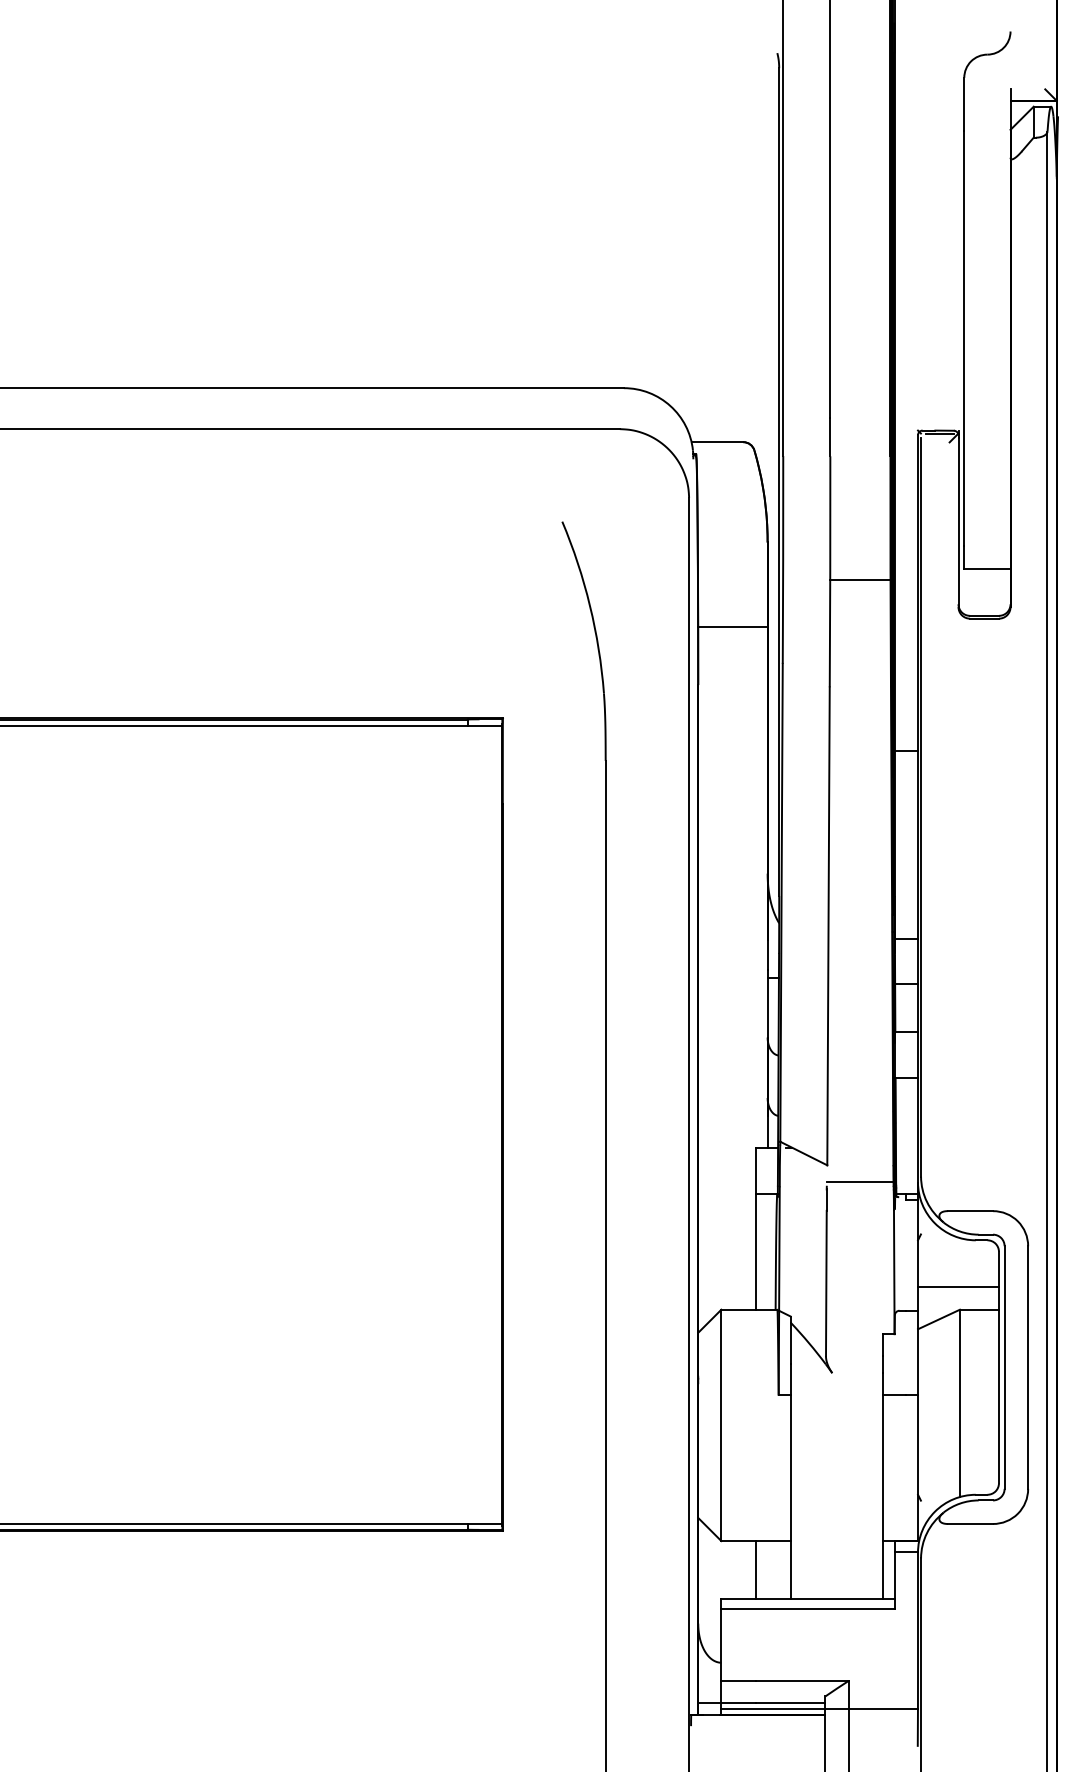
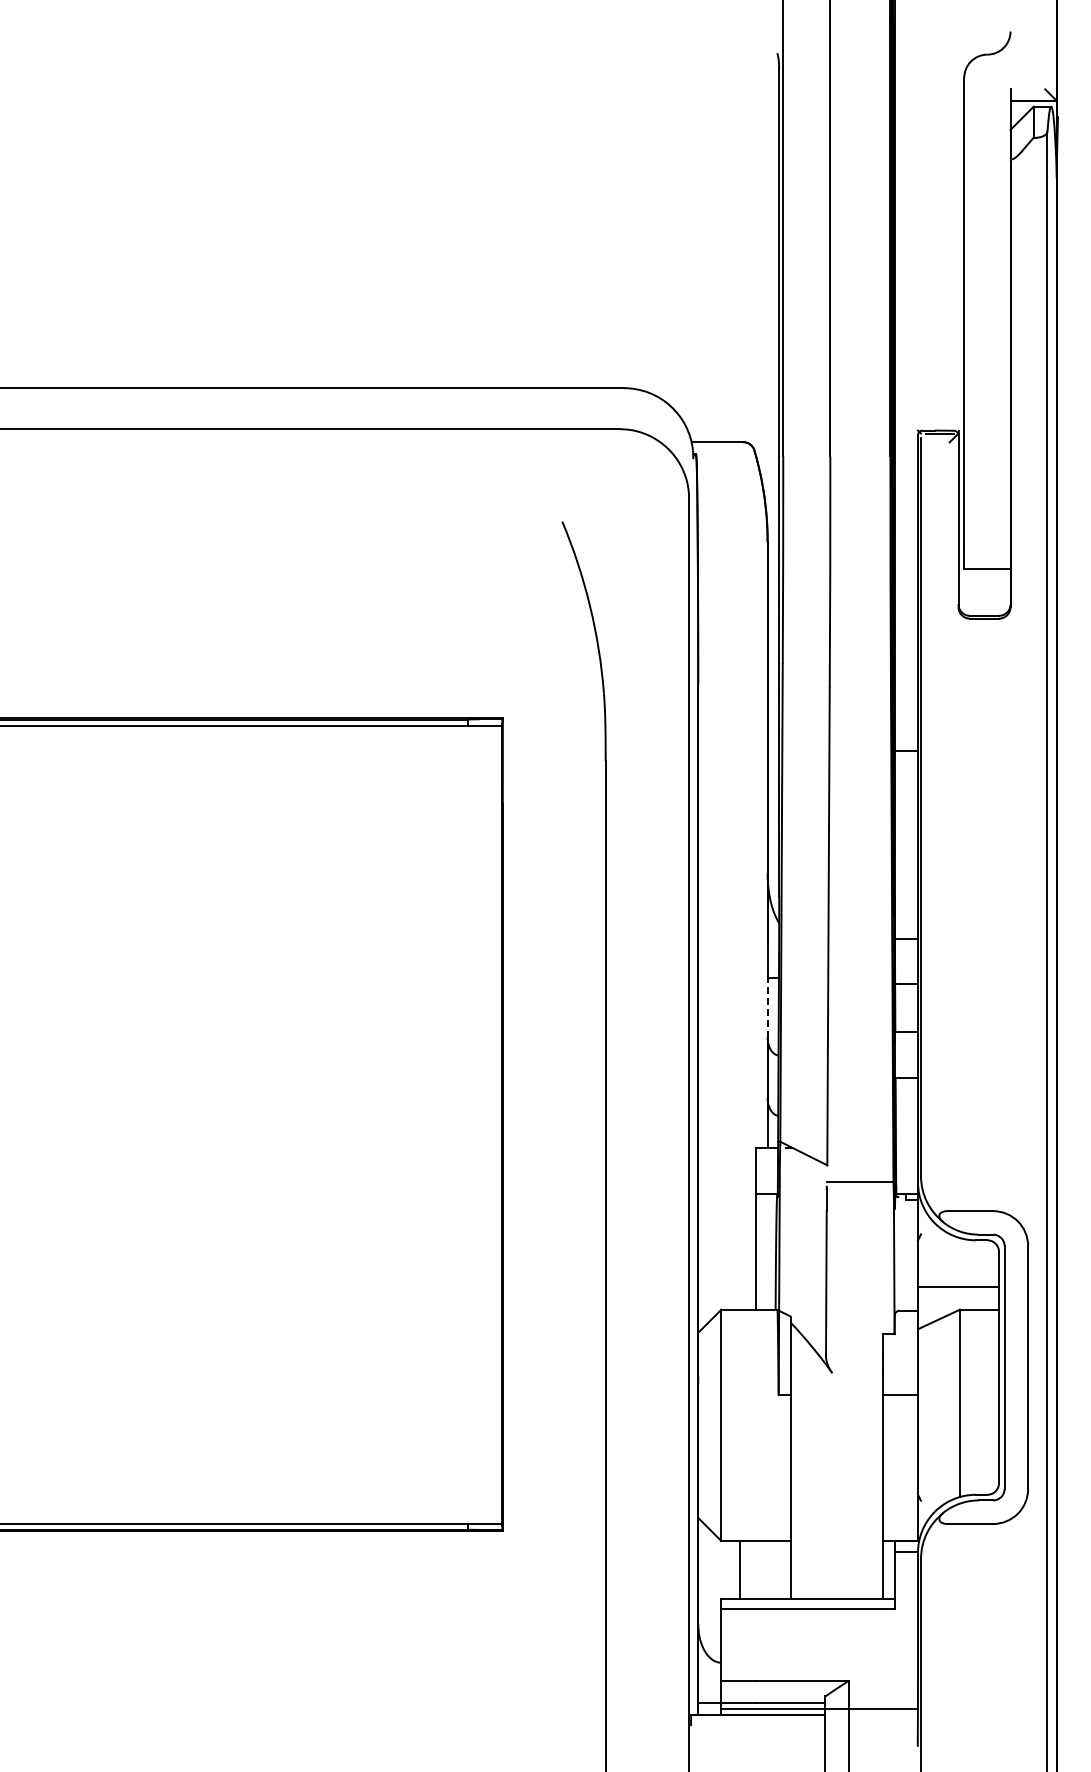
line at (859, 580): present -> none
line at (732, 627): present -> none
line at (767, 1007): solid -> dashed
line at (756, 1569) position: (756, 1569) -> (740, 1569)
